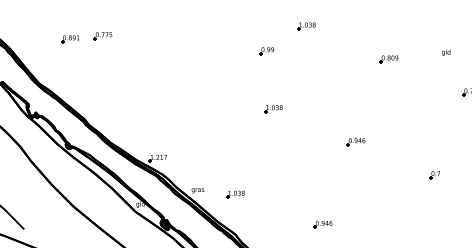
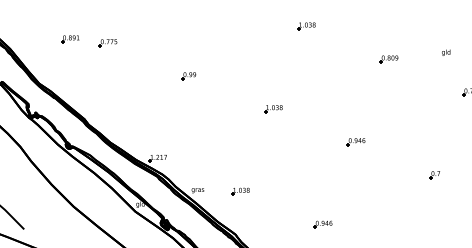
part at (102, 36) position: (102, 36) -> (107, 43)
part at (266, 51) position: (266, 51) -> (188, 76)
part at (235, 194) position: (235, 194) -> (240, 191)
